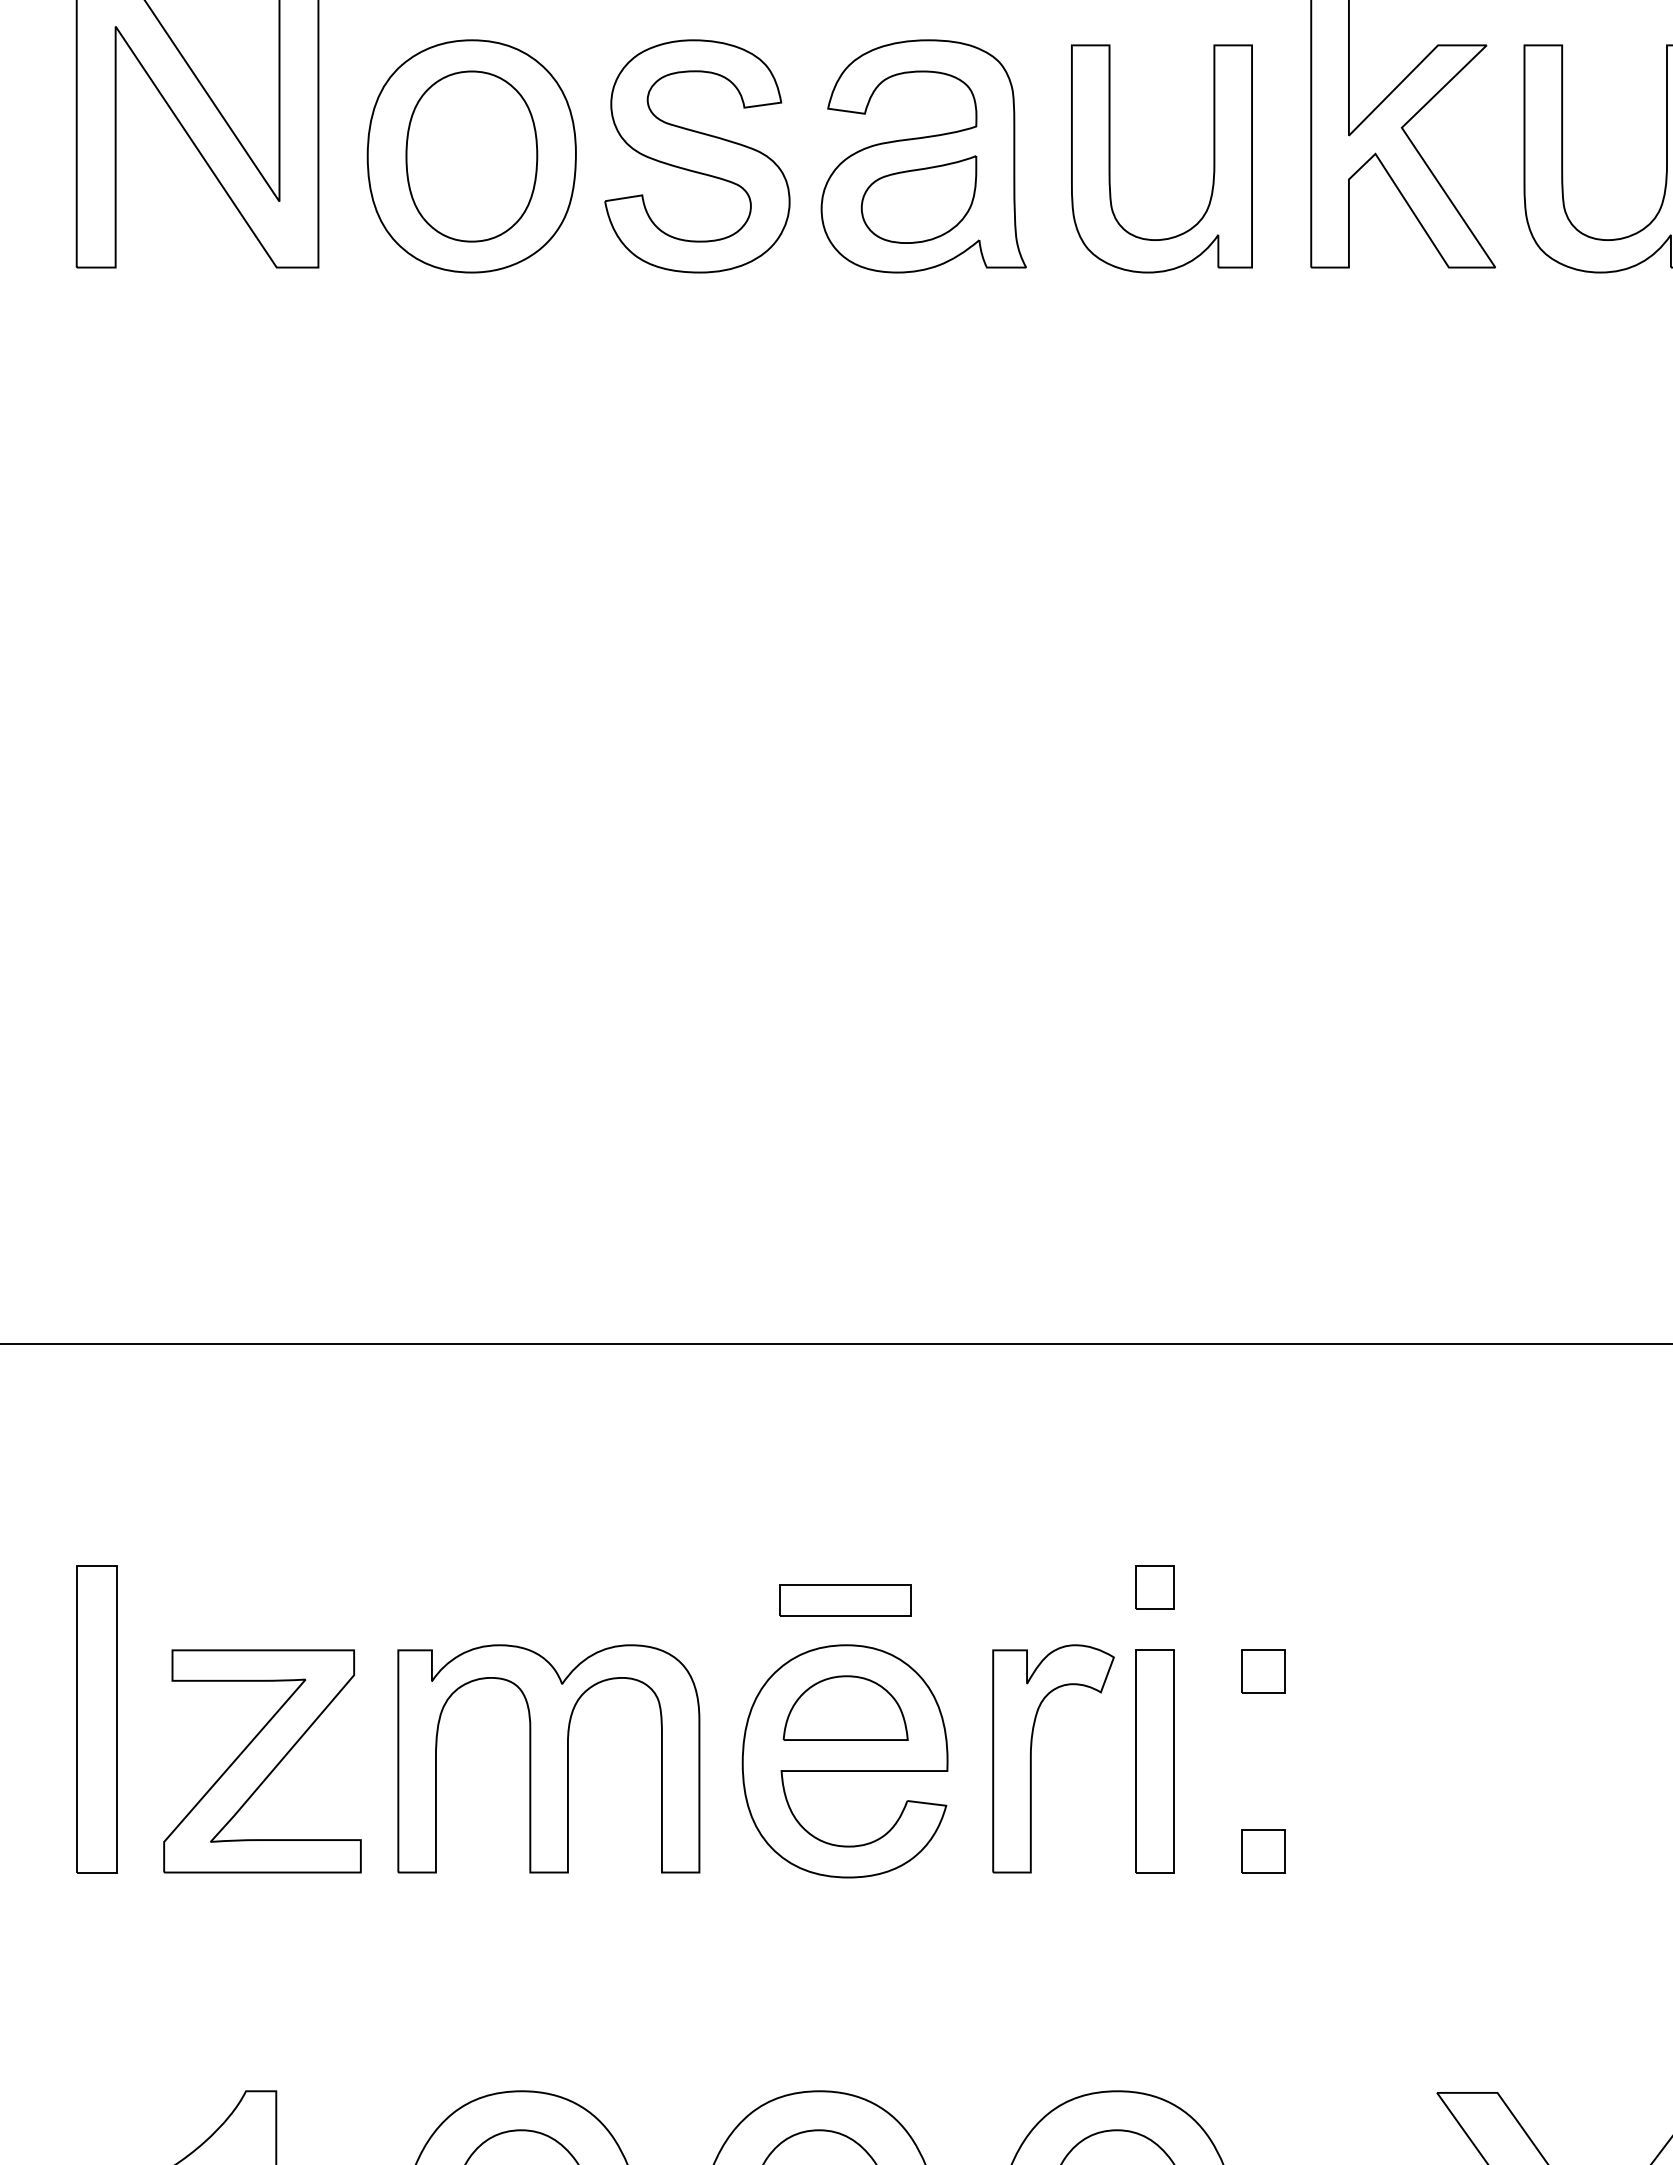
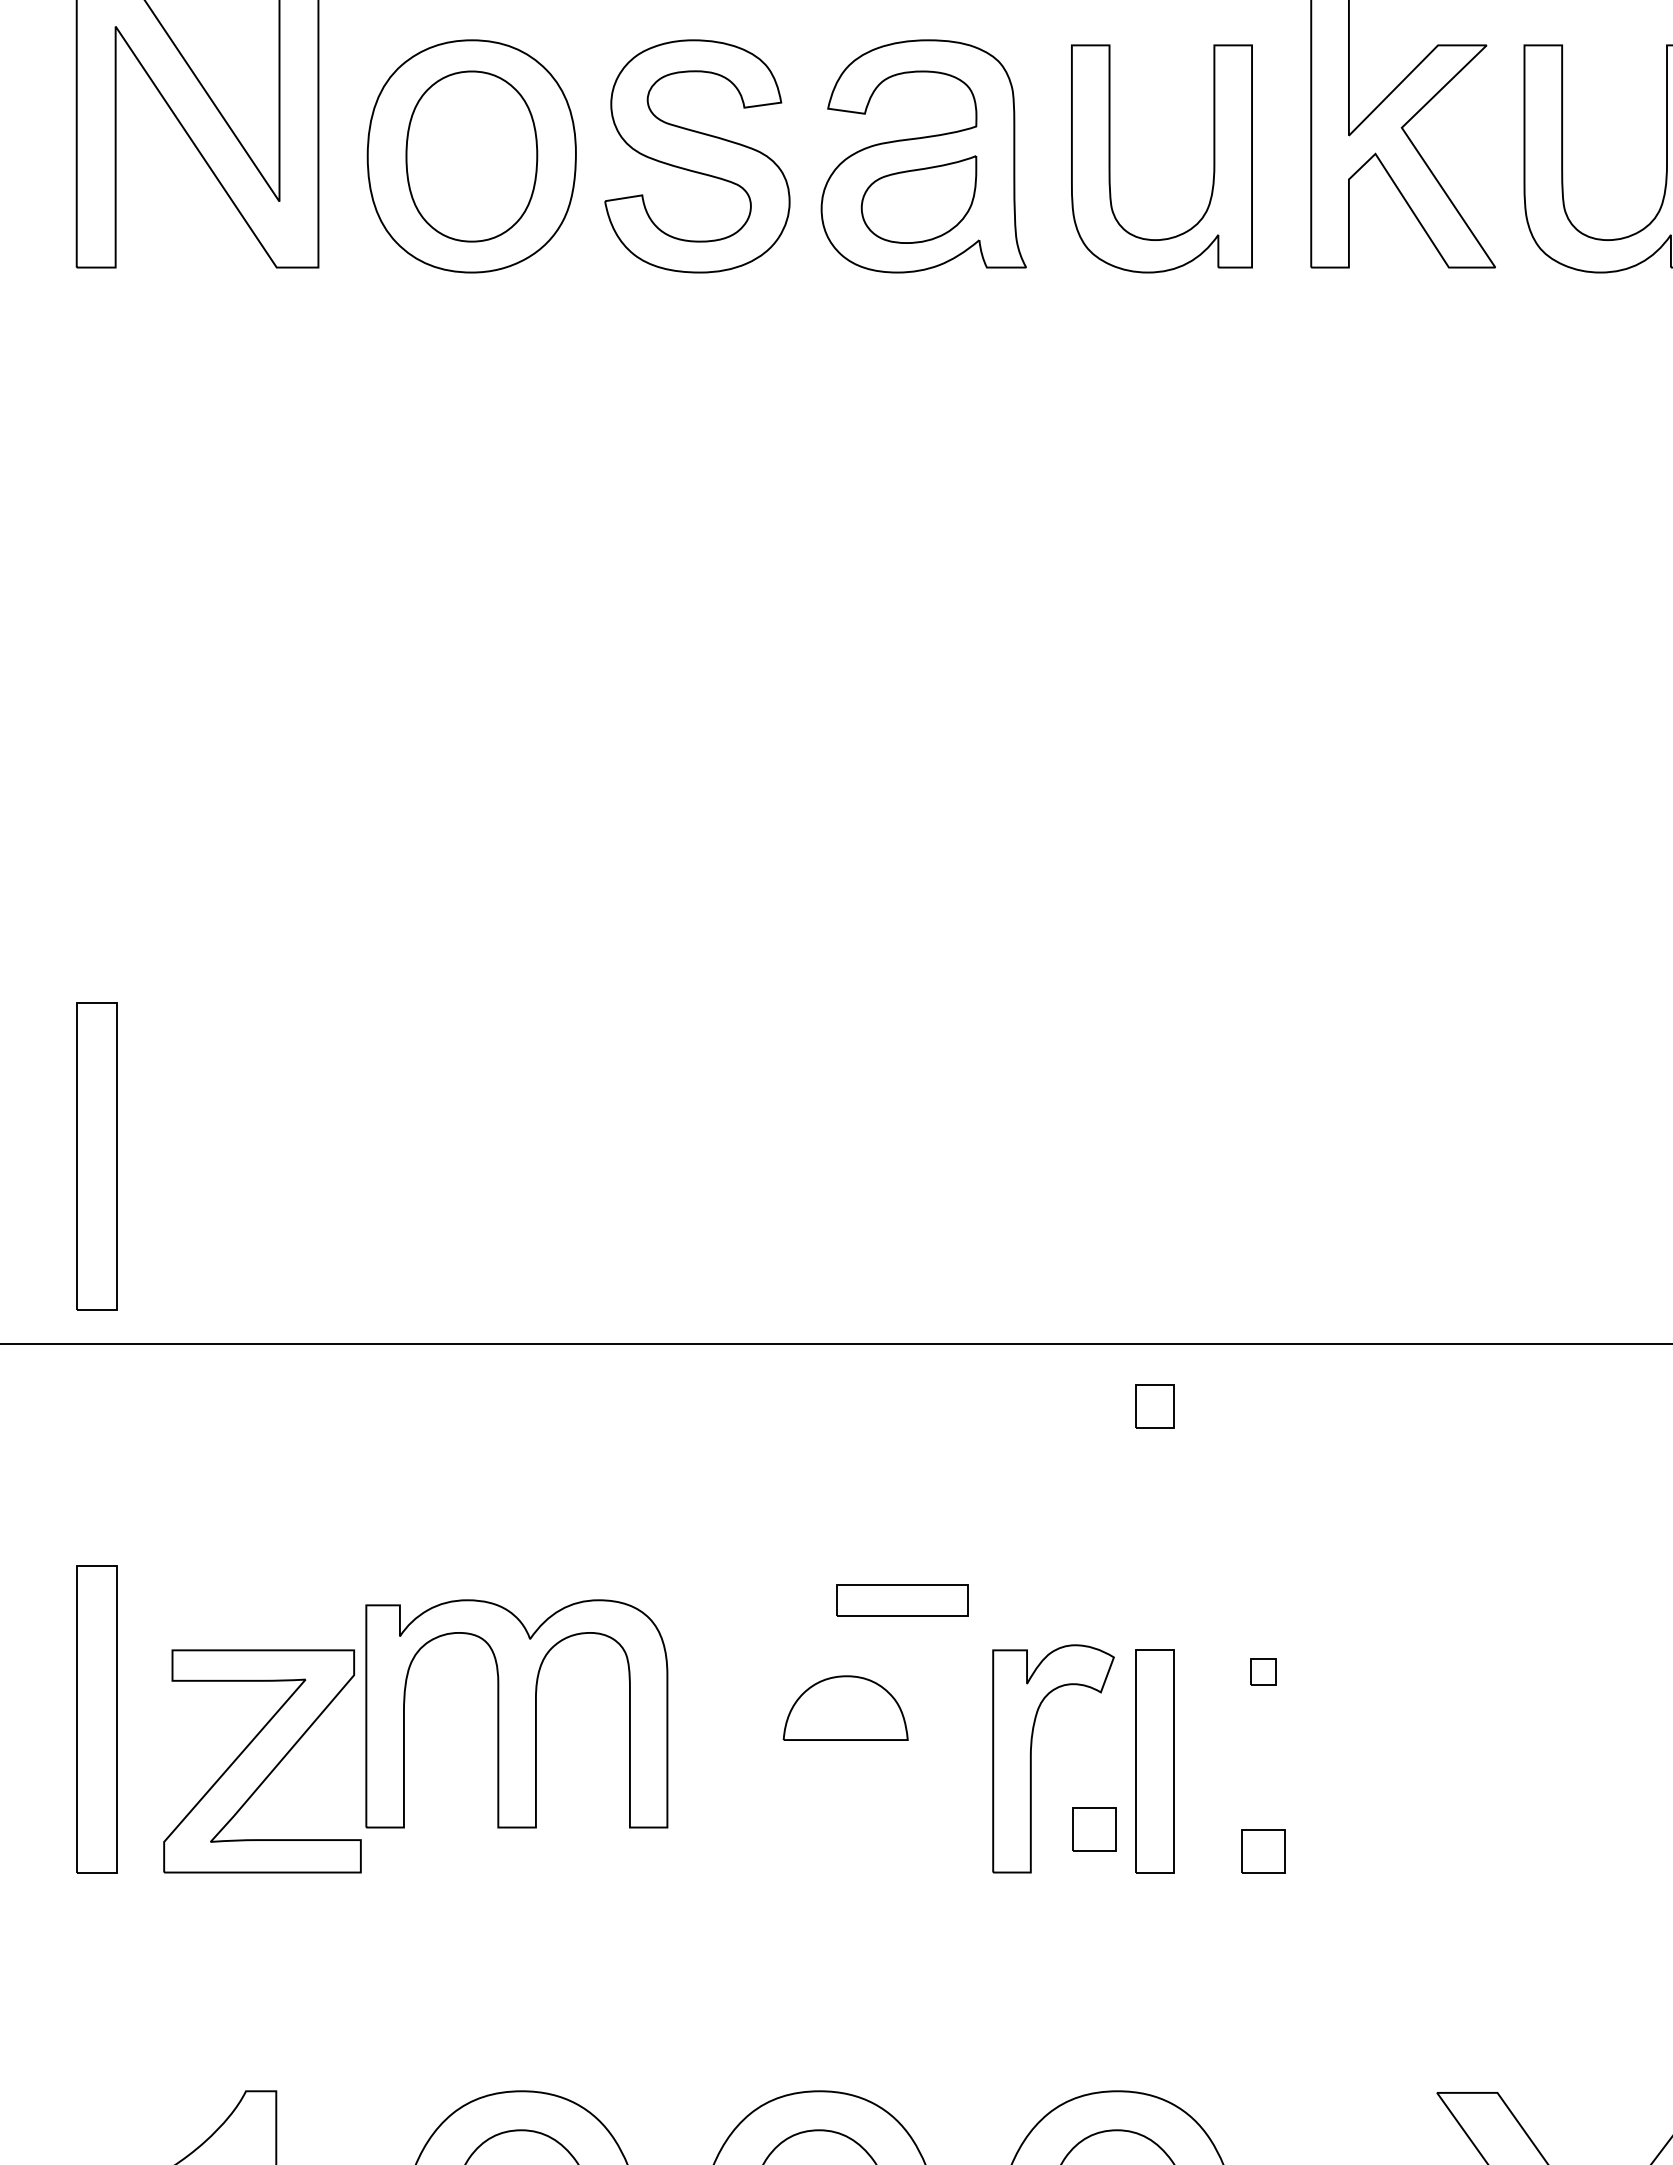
part at (96, 1156): none -> present
part at (1154, 1587) position: (1154, 1587) -> (1154, 1406)
part at (845, 1600) position: (845, 1600) -> (902, 1600)
part at (1263, 1671) size: 45x45 px -> 27x28 px
part at (548, 1758) position: (548, 1758) -> (516, 1713)
part at (844, 1761): present -> none
part at (1094, 1829): none -> present
